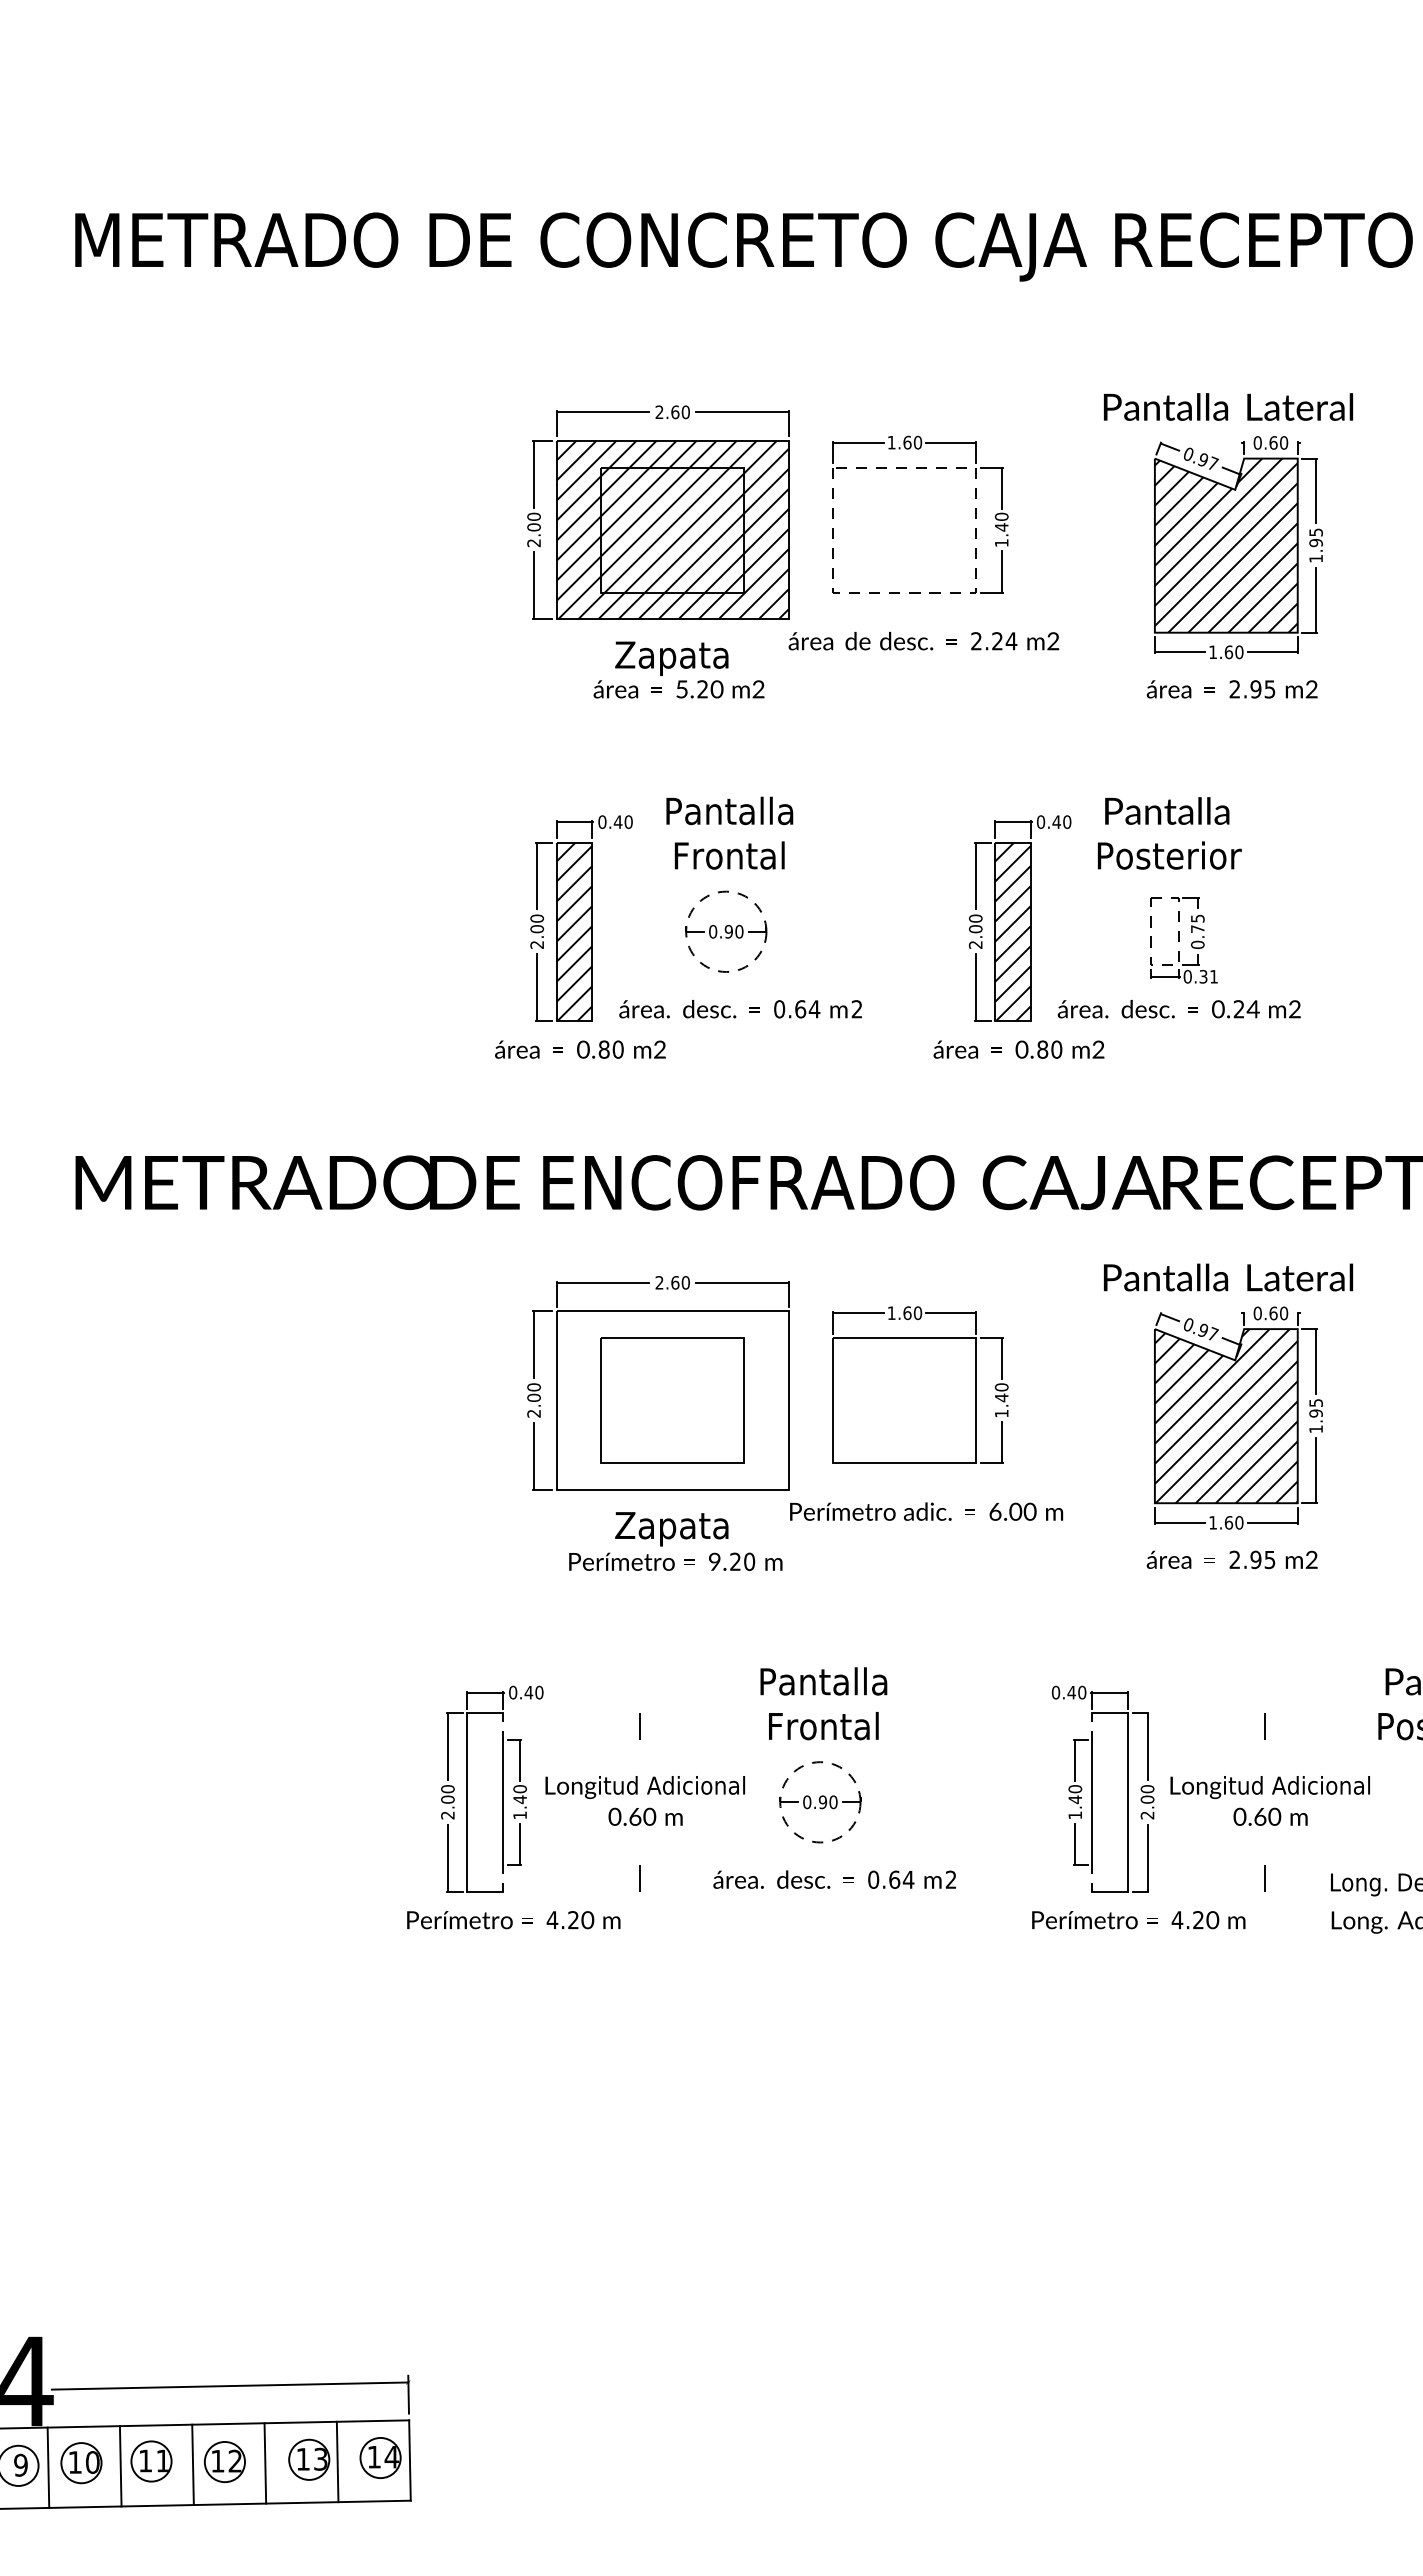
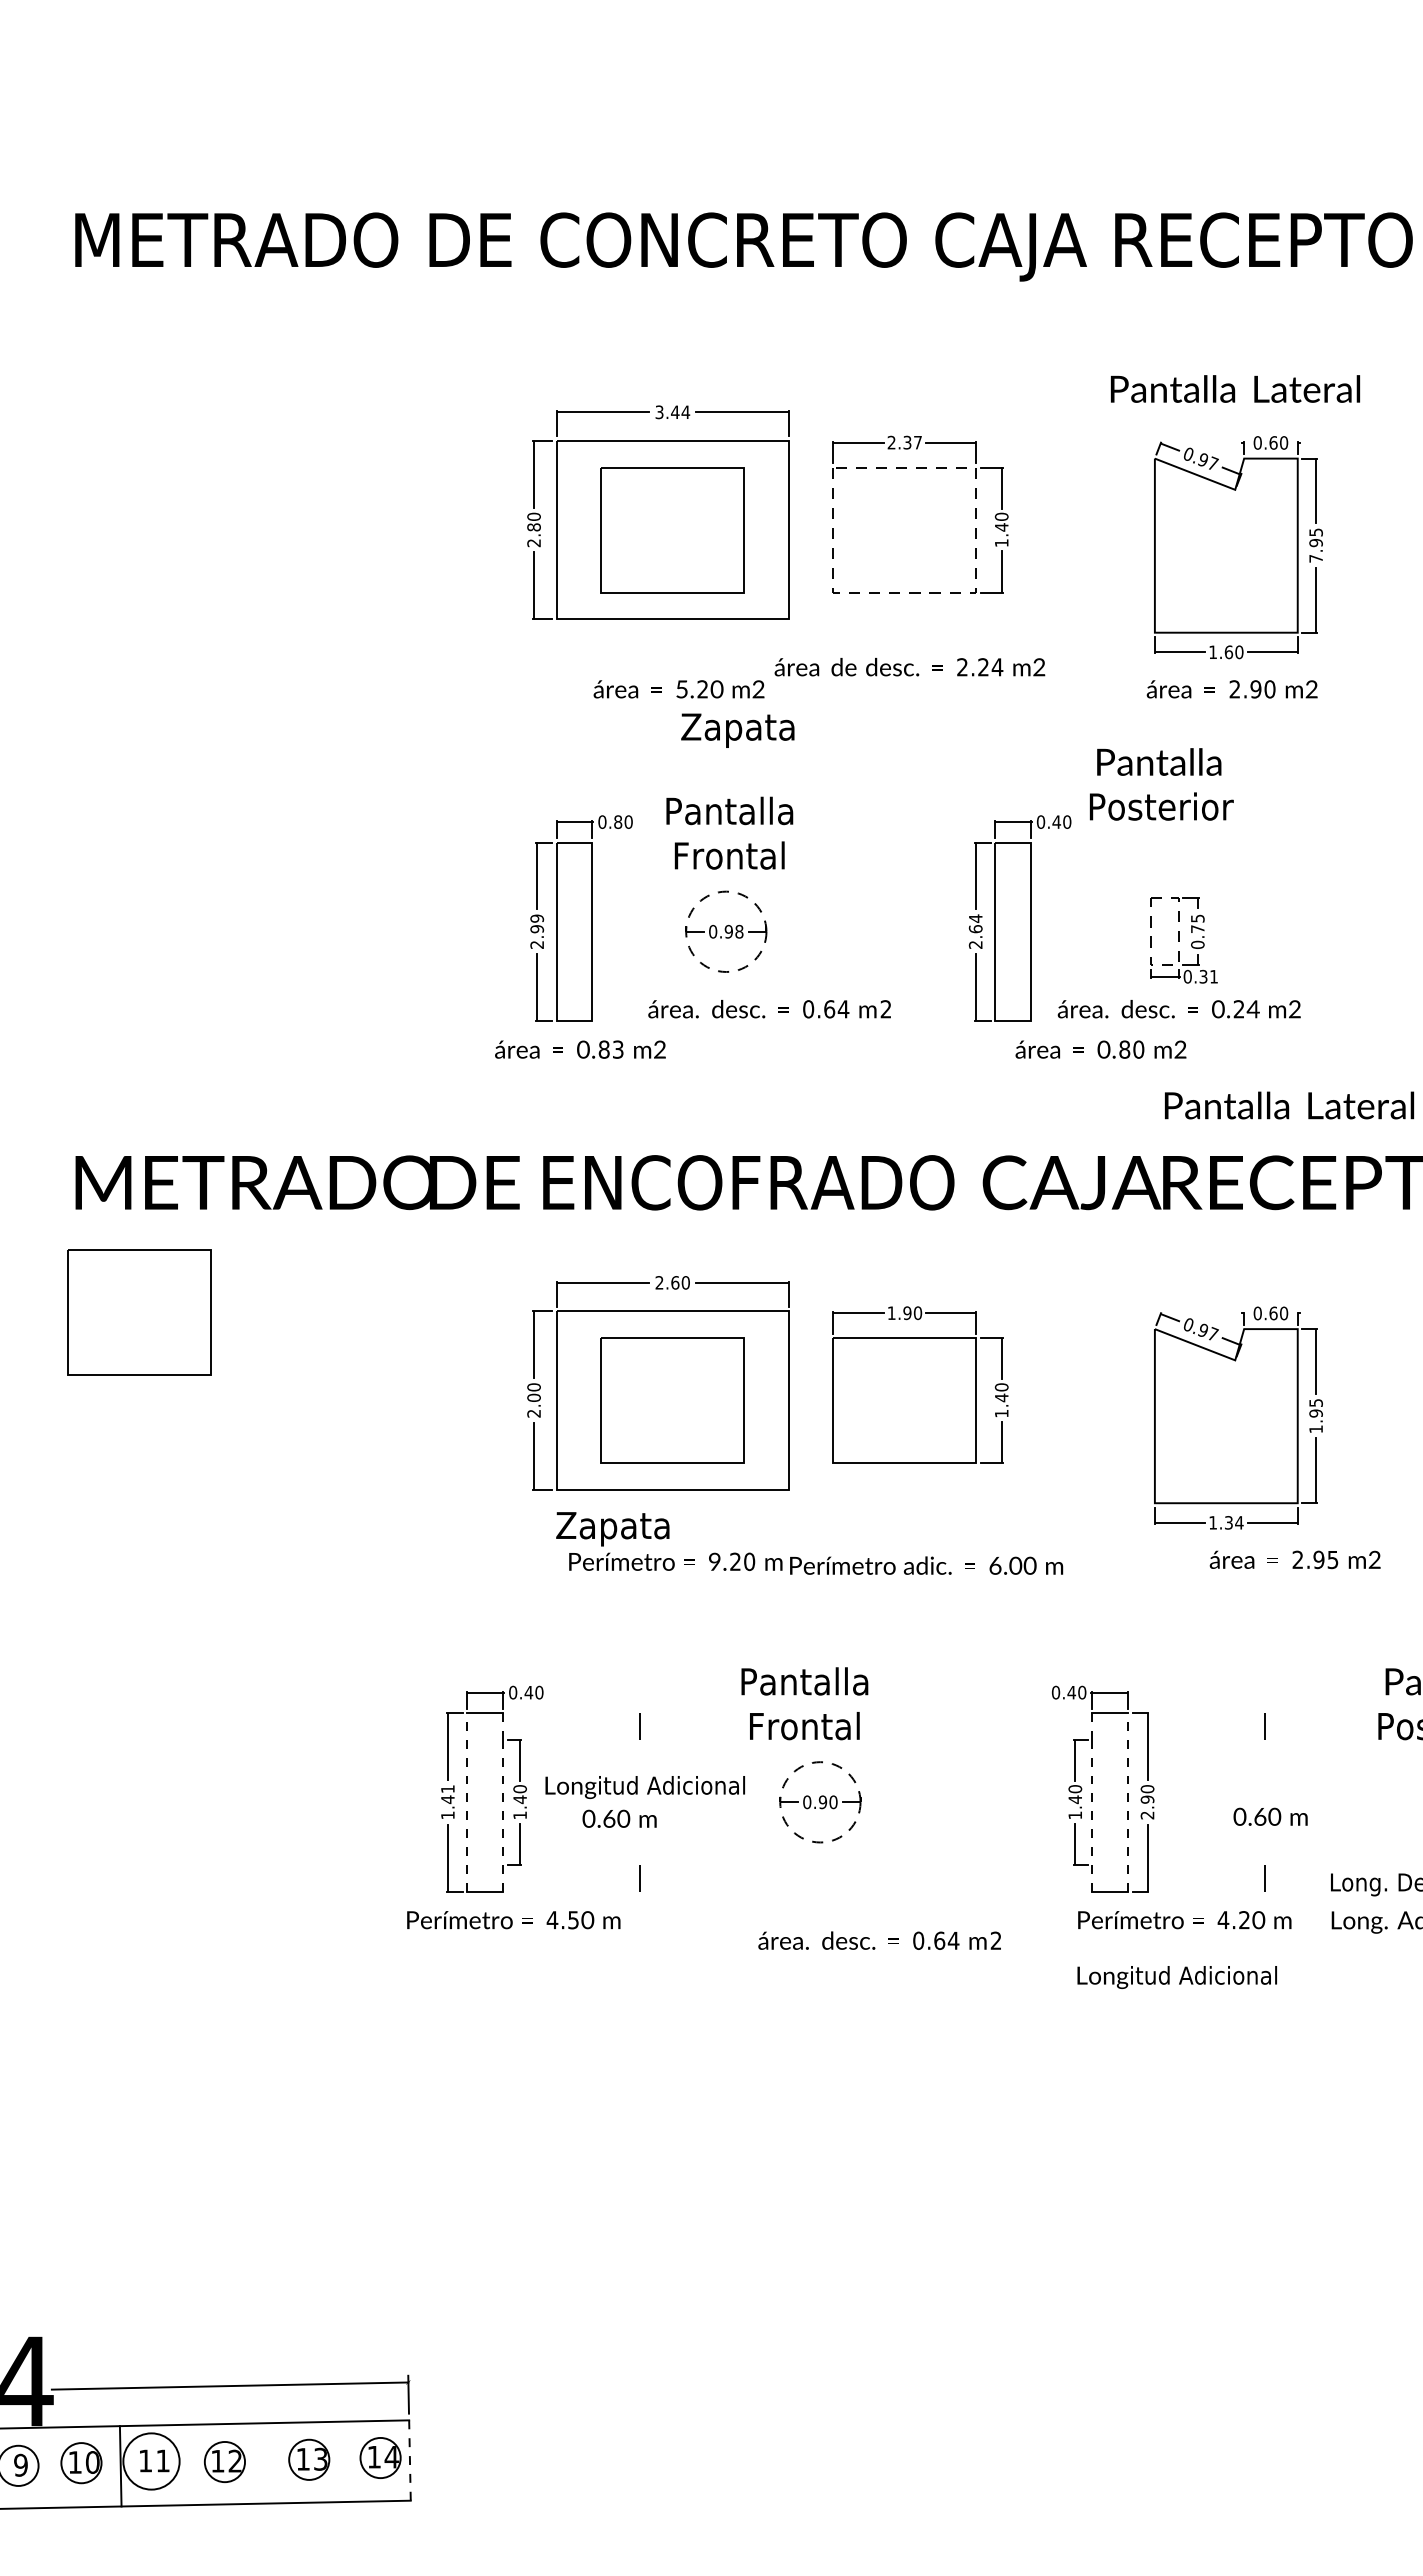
text at (1228, 406) position: (1228, 406) -> (1235, 388)
text at (672, 412): 2.60 -> 3.44
text at (904, 442): 1.60 -> 2.37
text at (533, 527): 2.00 -> 2.80
hatch at (672, 529): present -> none
hatch at (1225, 545): present -> none
text at (1315, 558): 1.95 -> 7.95
text at (923, 641) position: (923, 641) -> (909, 667)
text at (671, 658) position: (671, 658) -> (737, 730)
text at (1269, 689): 2.95 -> 2.90
text at (617, 821): 0.40 -> 0.80
text at (1169, 833) position: (1169, 833) -> (1161, 784)
text at (537, 923): 2.00 -> 2.99
text at (975, 923): 2.00 -> 2.64
hatch at (574, 931): present -> none
text at (739, 931): 0.90 -> 0.98
hatch at (1012, 931): present -> none
text at (740, 1009) position: (740, 1009) -> (769, 1009)
text at (617, 1049): 80 -> 83
text at (1018, 1049) position: (1018, 1049) -> (1100, 1049)
text at (1228, 1277) position: (1228, 1277) -> (1289, 1105)
part at (139, 1312): none -> present
text at (907, 1313): 1.60 -> 1.90
hatch at (1225, 1416): present -> none
text at (926, 1511) position: (926, 1511) -> (926, 1565)
text at (1233, 1522): 1.60 -> 1.34
text at (671, 1529) position: (671, 1529) -> (612, 1529)
text at (1231, 1559) position: (1231, 1559) -> (1294, 1559)
text at (823, 1703) position: (823, 1703) -> (804, 1703)
text at (1269, 1787) position: (1269, 1787) -> (1176, 1977)
text at (1147, 1799): 2.00 -> 2.90
line at (467, 1801): solid -> dashed
line at (1128, 1801): solid -> dashed
text at (447, 1802): 2.00 -> 1.41
line at (503, 1802): solid -> dashed
line at (1092, 1802): solid -> dashed
text at (645, 1816) position: (645, 1816) -> (619, 1818)
text at (834, 1879) position: (834, 1879) -> (879, 1940)
text at (573, 1920): 4.2 -> 4.5
text at (1138, 1920) position: (1138, 1920) -> (1184, 1920)
circle at (151, 2461) diameter: 40 px -> 56 px
line at (337, 2461): present -> none
line at (409, 2461): solid -> dashed
line at (265, 2463): present -> none
line at (192, 2464): present -> none
line at (48, 2467): present -> none
